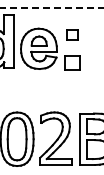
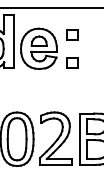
line at (51, 7): dashed -> solid
part at (72, 62) size: 17x16 px -> 13x12 px
